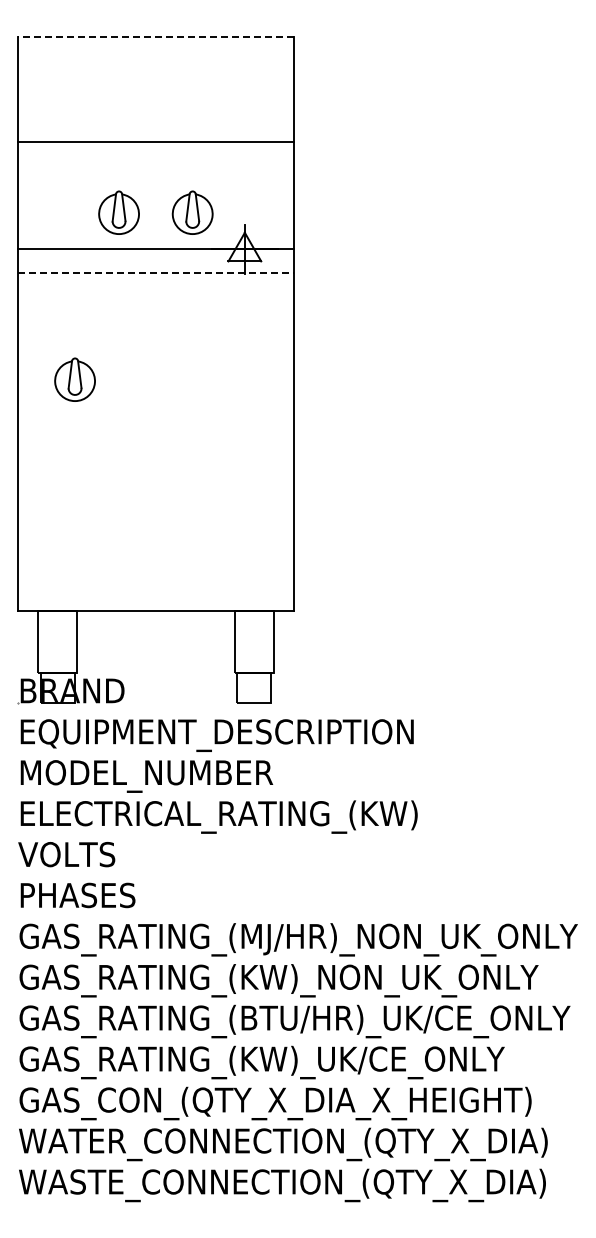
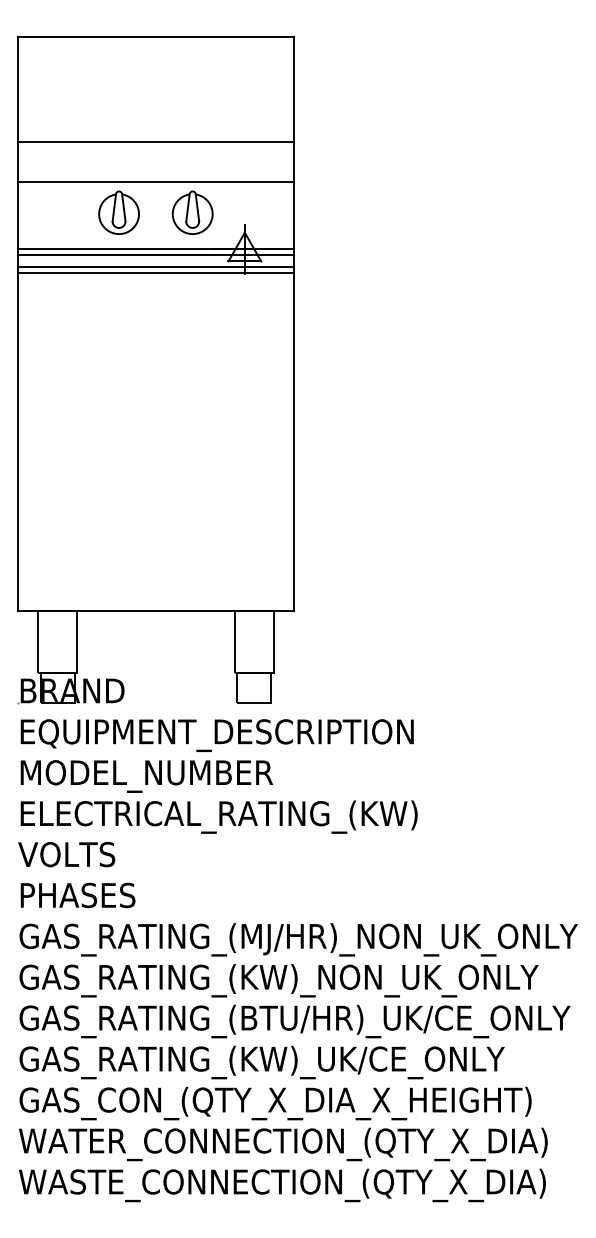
line at (155, 37): dashed -> solid
line at (155, 181): none -> present
line at (155, 255): none -> present
line at (155, 267): none -> present
line at (156, 273): dashed -> solid
part at (74, 379): present -> none
